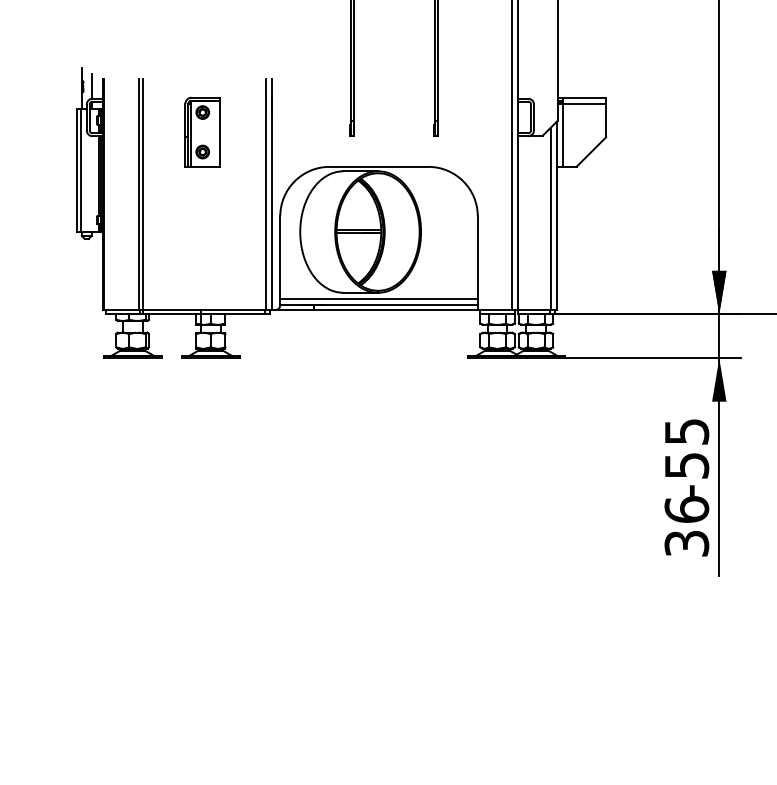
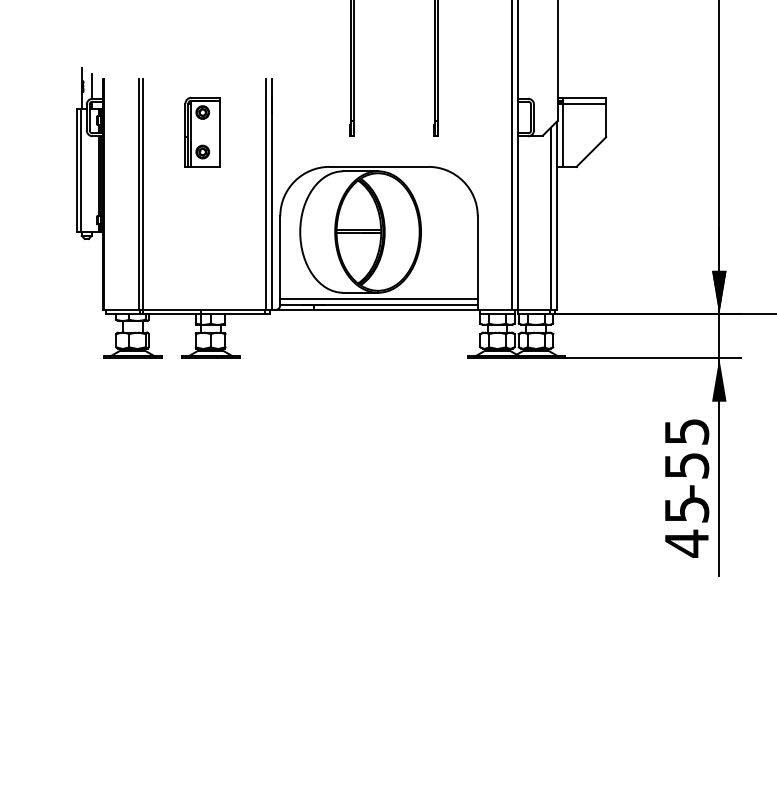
text at (686, 526): 36 -> 45
